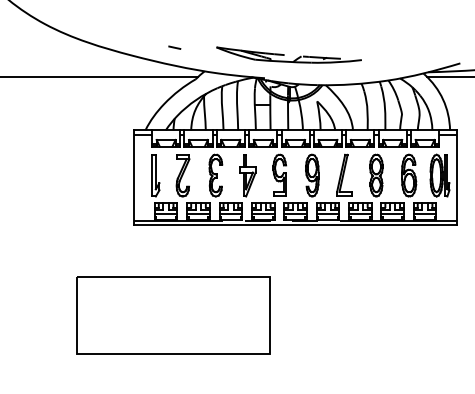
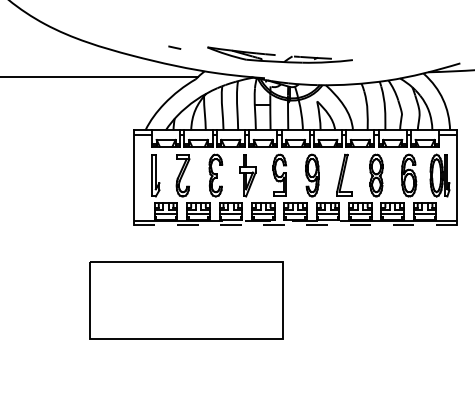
part at (288, 54) position: (288, 54) -> (279, 54)
line at (449, 77): present -> none
line at (295, 225): solid -> dashed
part at (173, 315) position: (173, 315) -> (186, 300)
